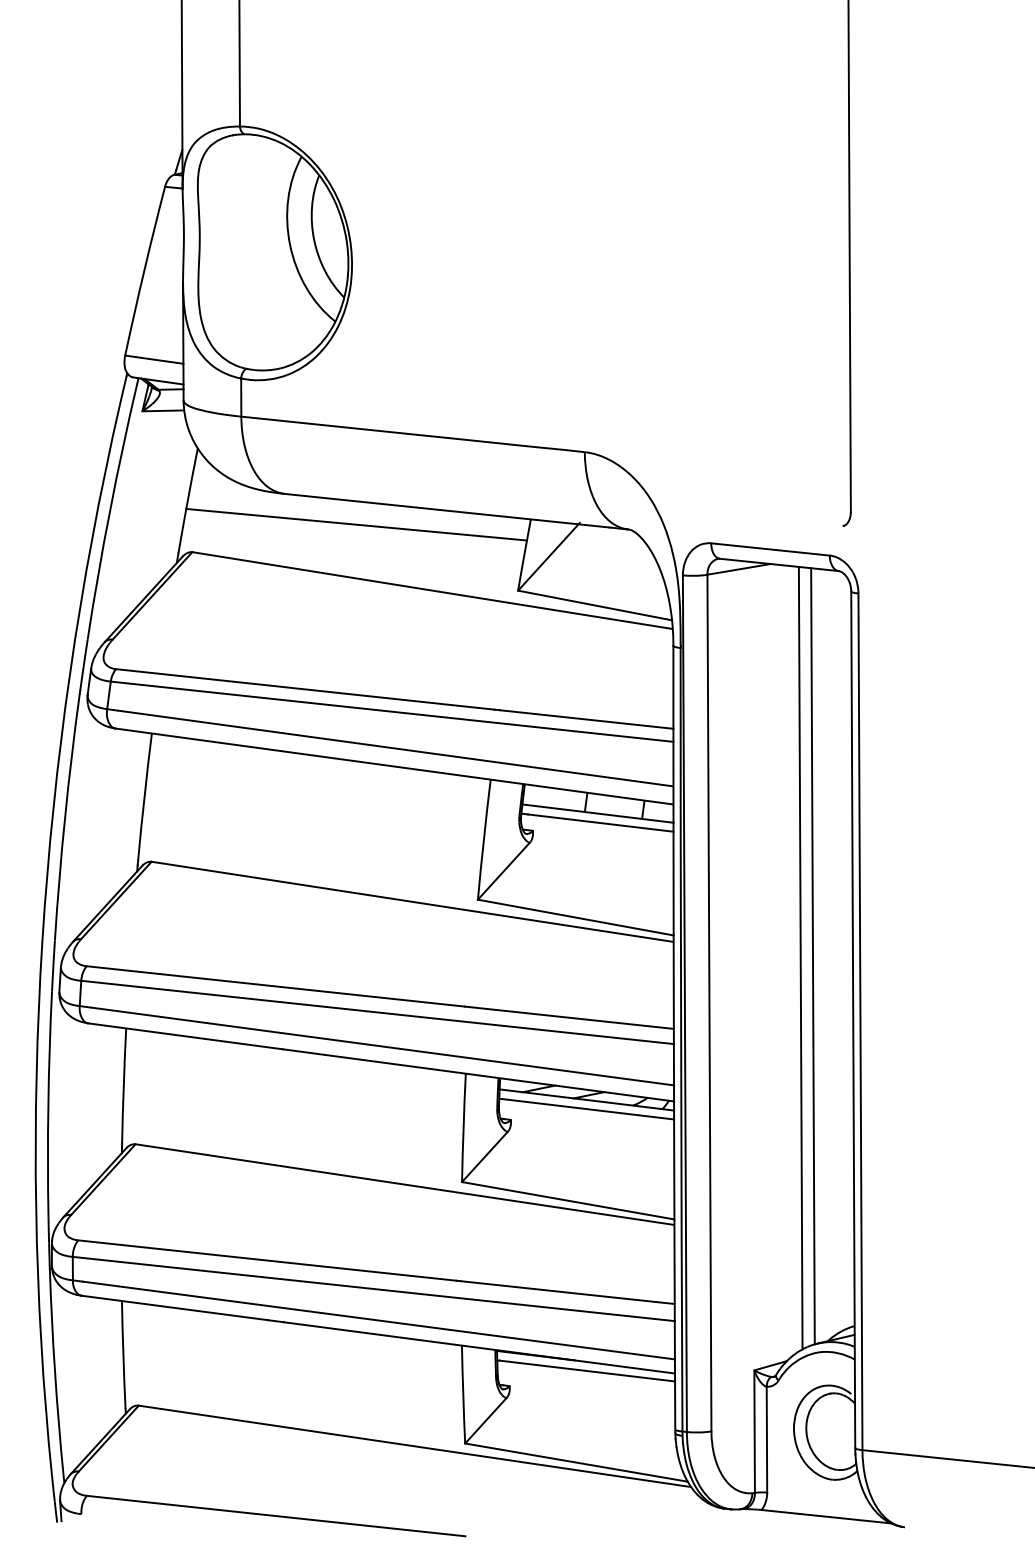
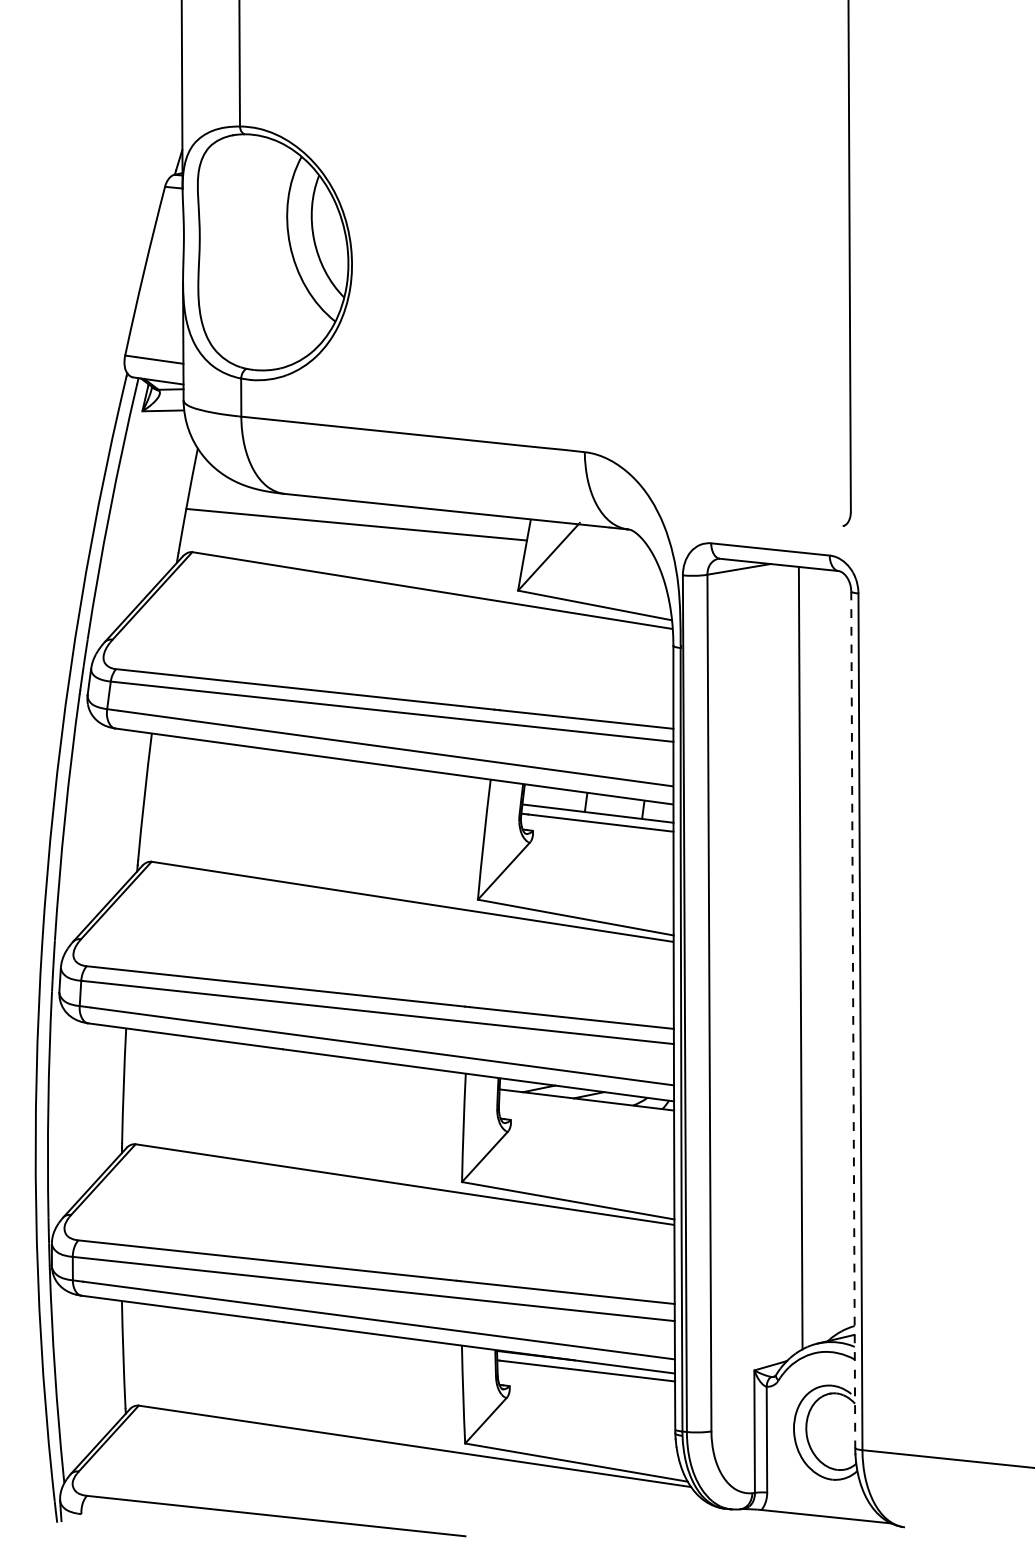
line at (812, 956): present -> none
line at (853, 1020): solid -> dashed
line at (586, 1108): present -> none
